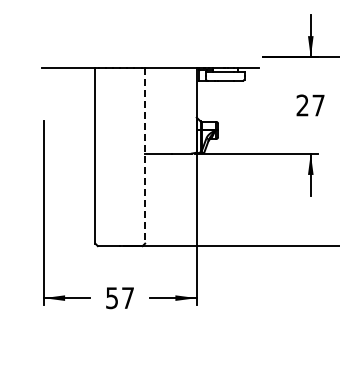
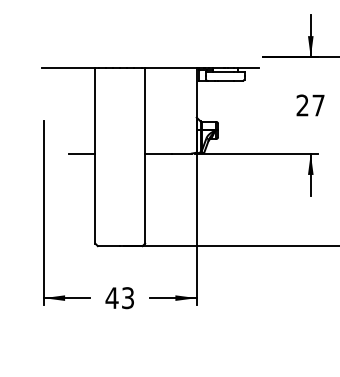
line at (81, 153): none -> present
line at (145, 155): dashed -> solid
text at (119, 298): 57 -> 43
